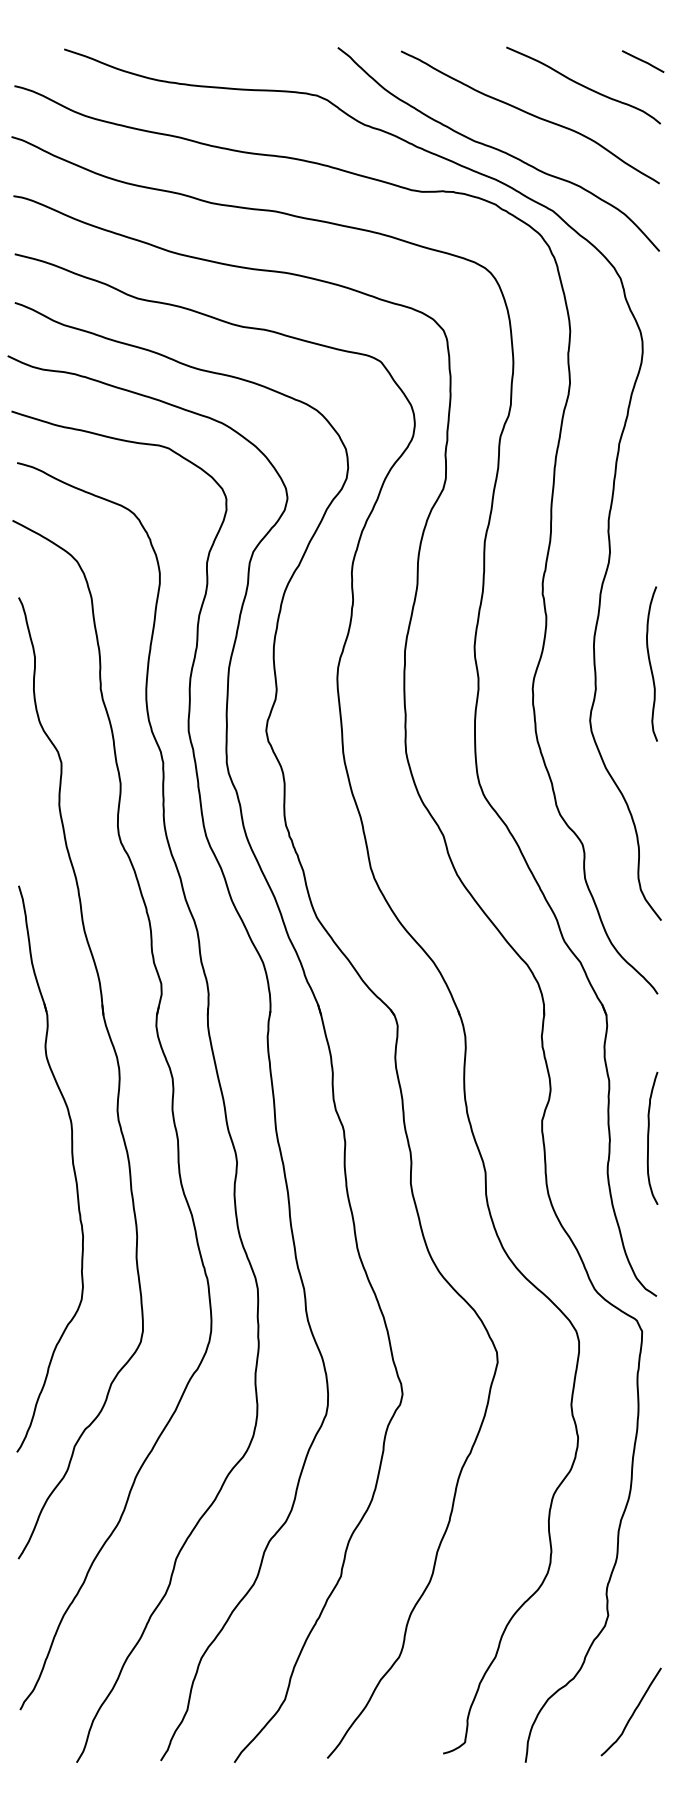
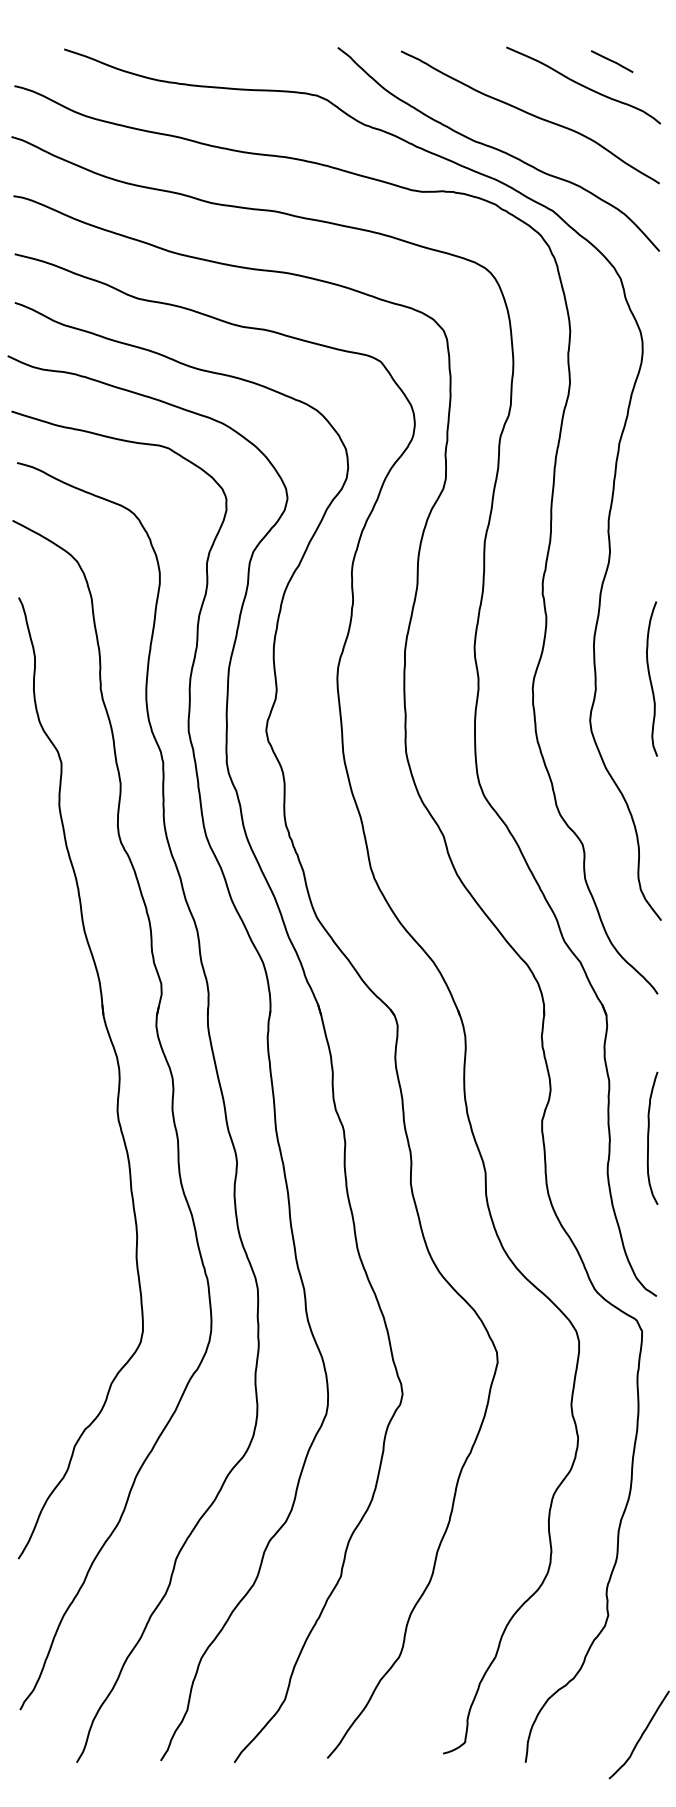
line at (643, 61) position: (643, 61) -> (612, 61)
curve at (650, 663) position: (650, 663) -> (650, 678)
part at (72, 1166): present -> none
curve at (632, 1712) position: (632, 1712) -> (640, 1735)
